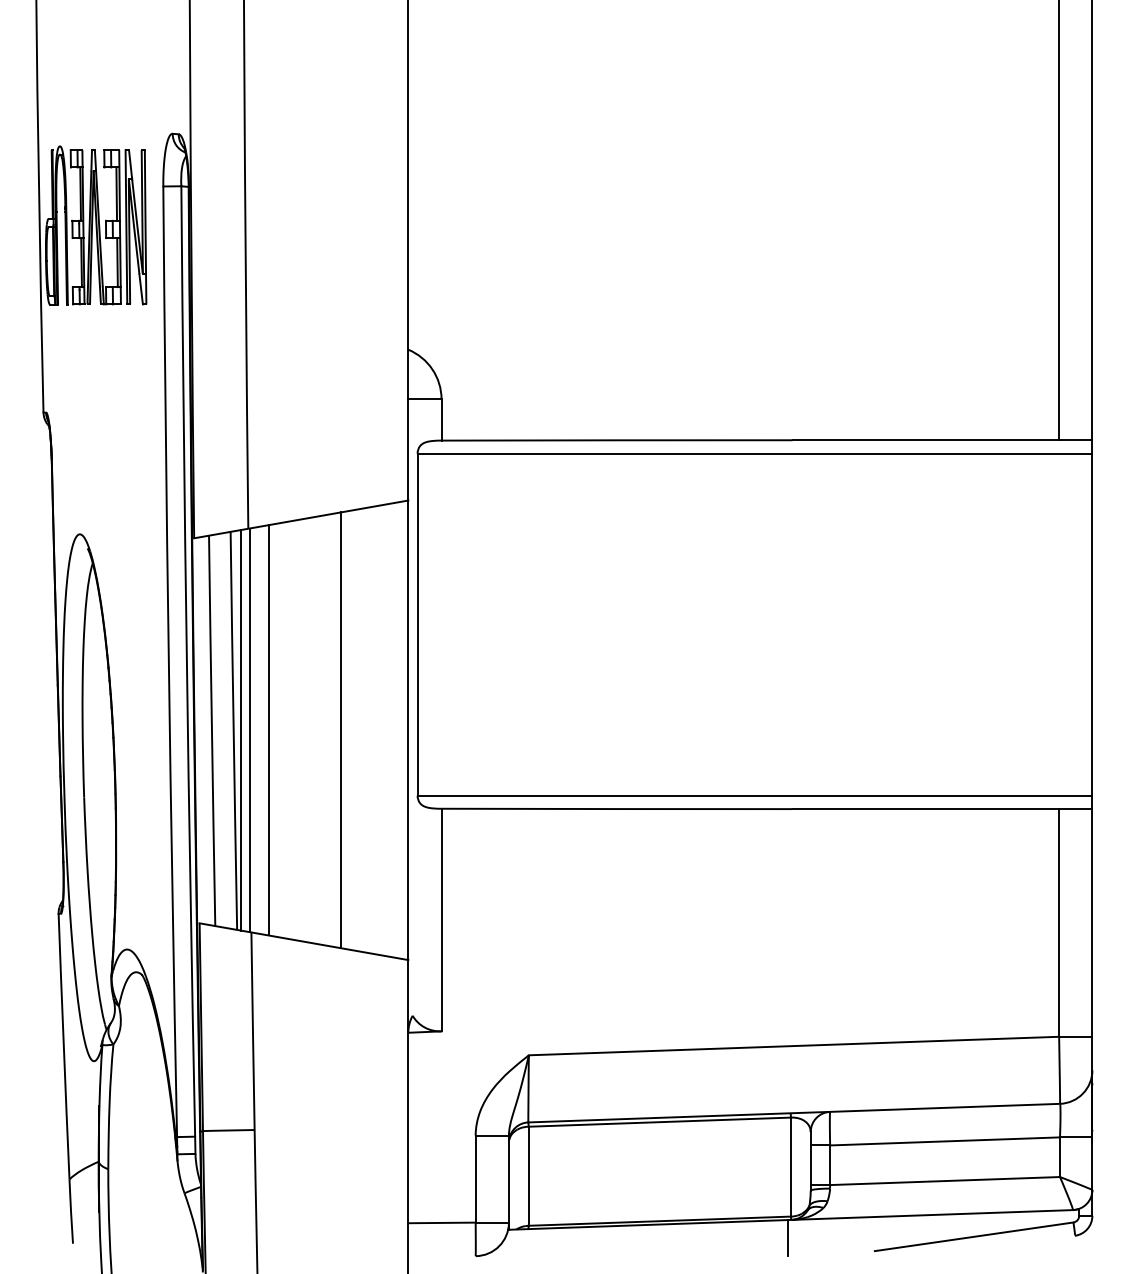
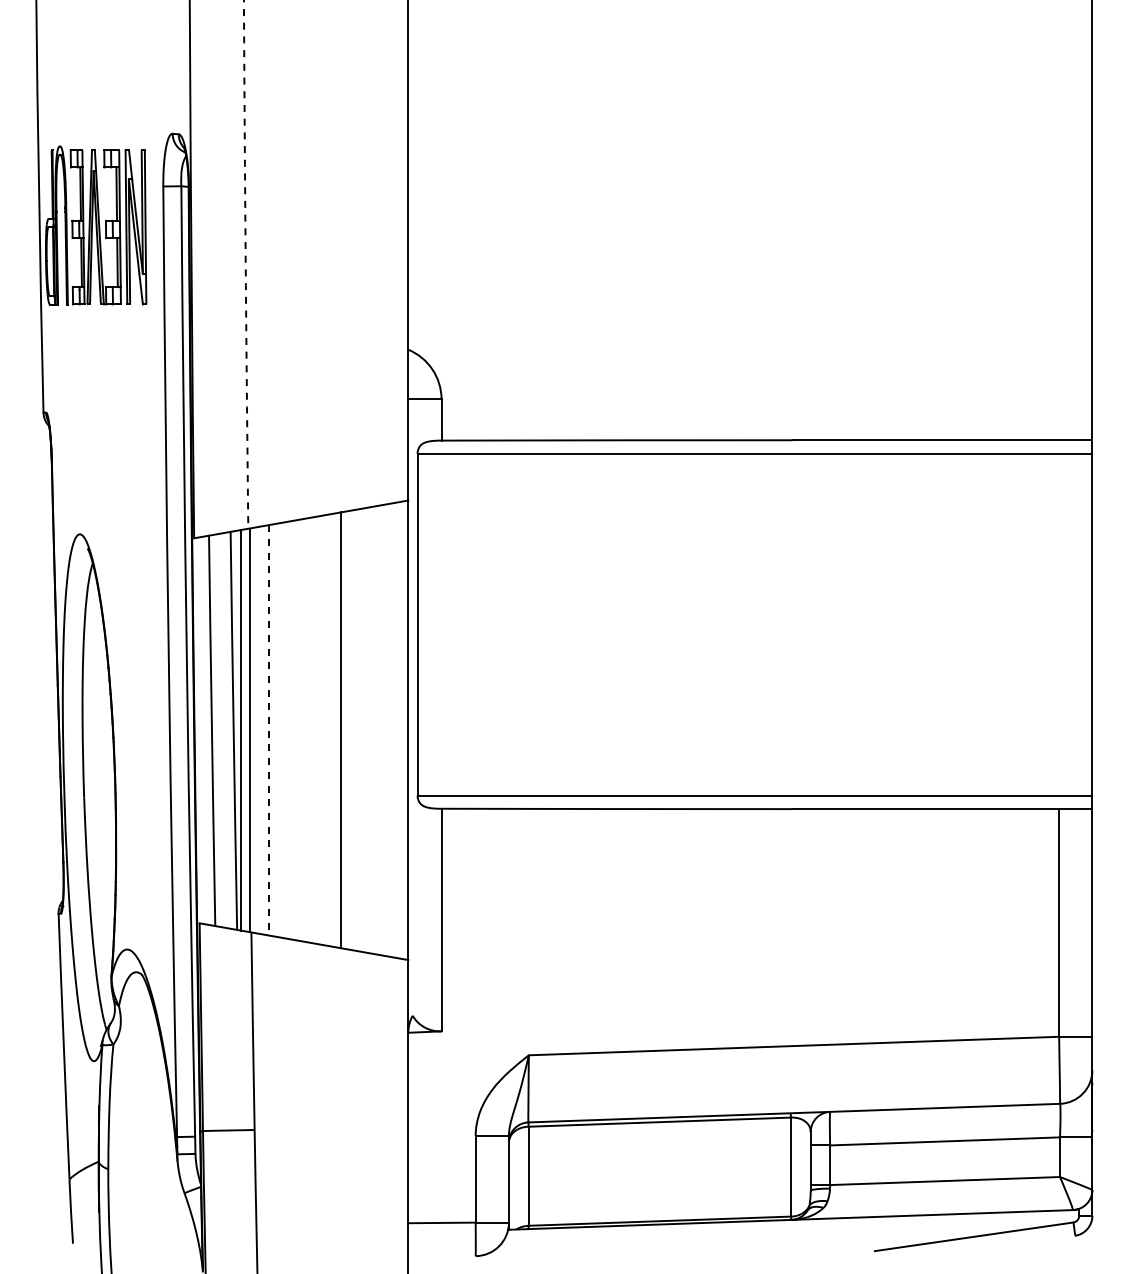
line at (1059, 221): present -> none
arc at (245, 264): solid -> dashed
line at (268, 730): solid -> dashed
line at (788, 1237): present -> none
